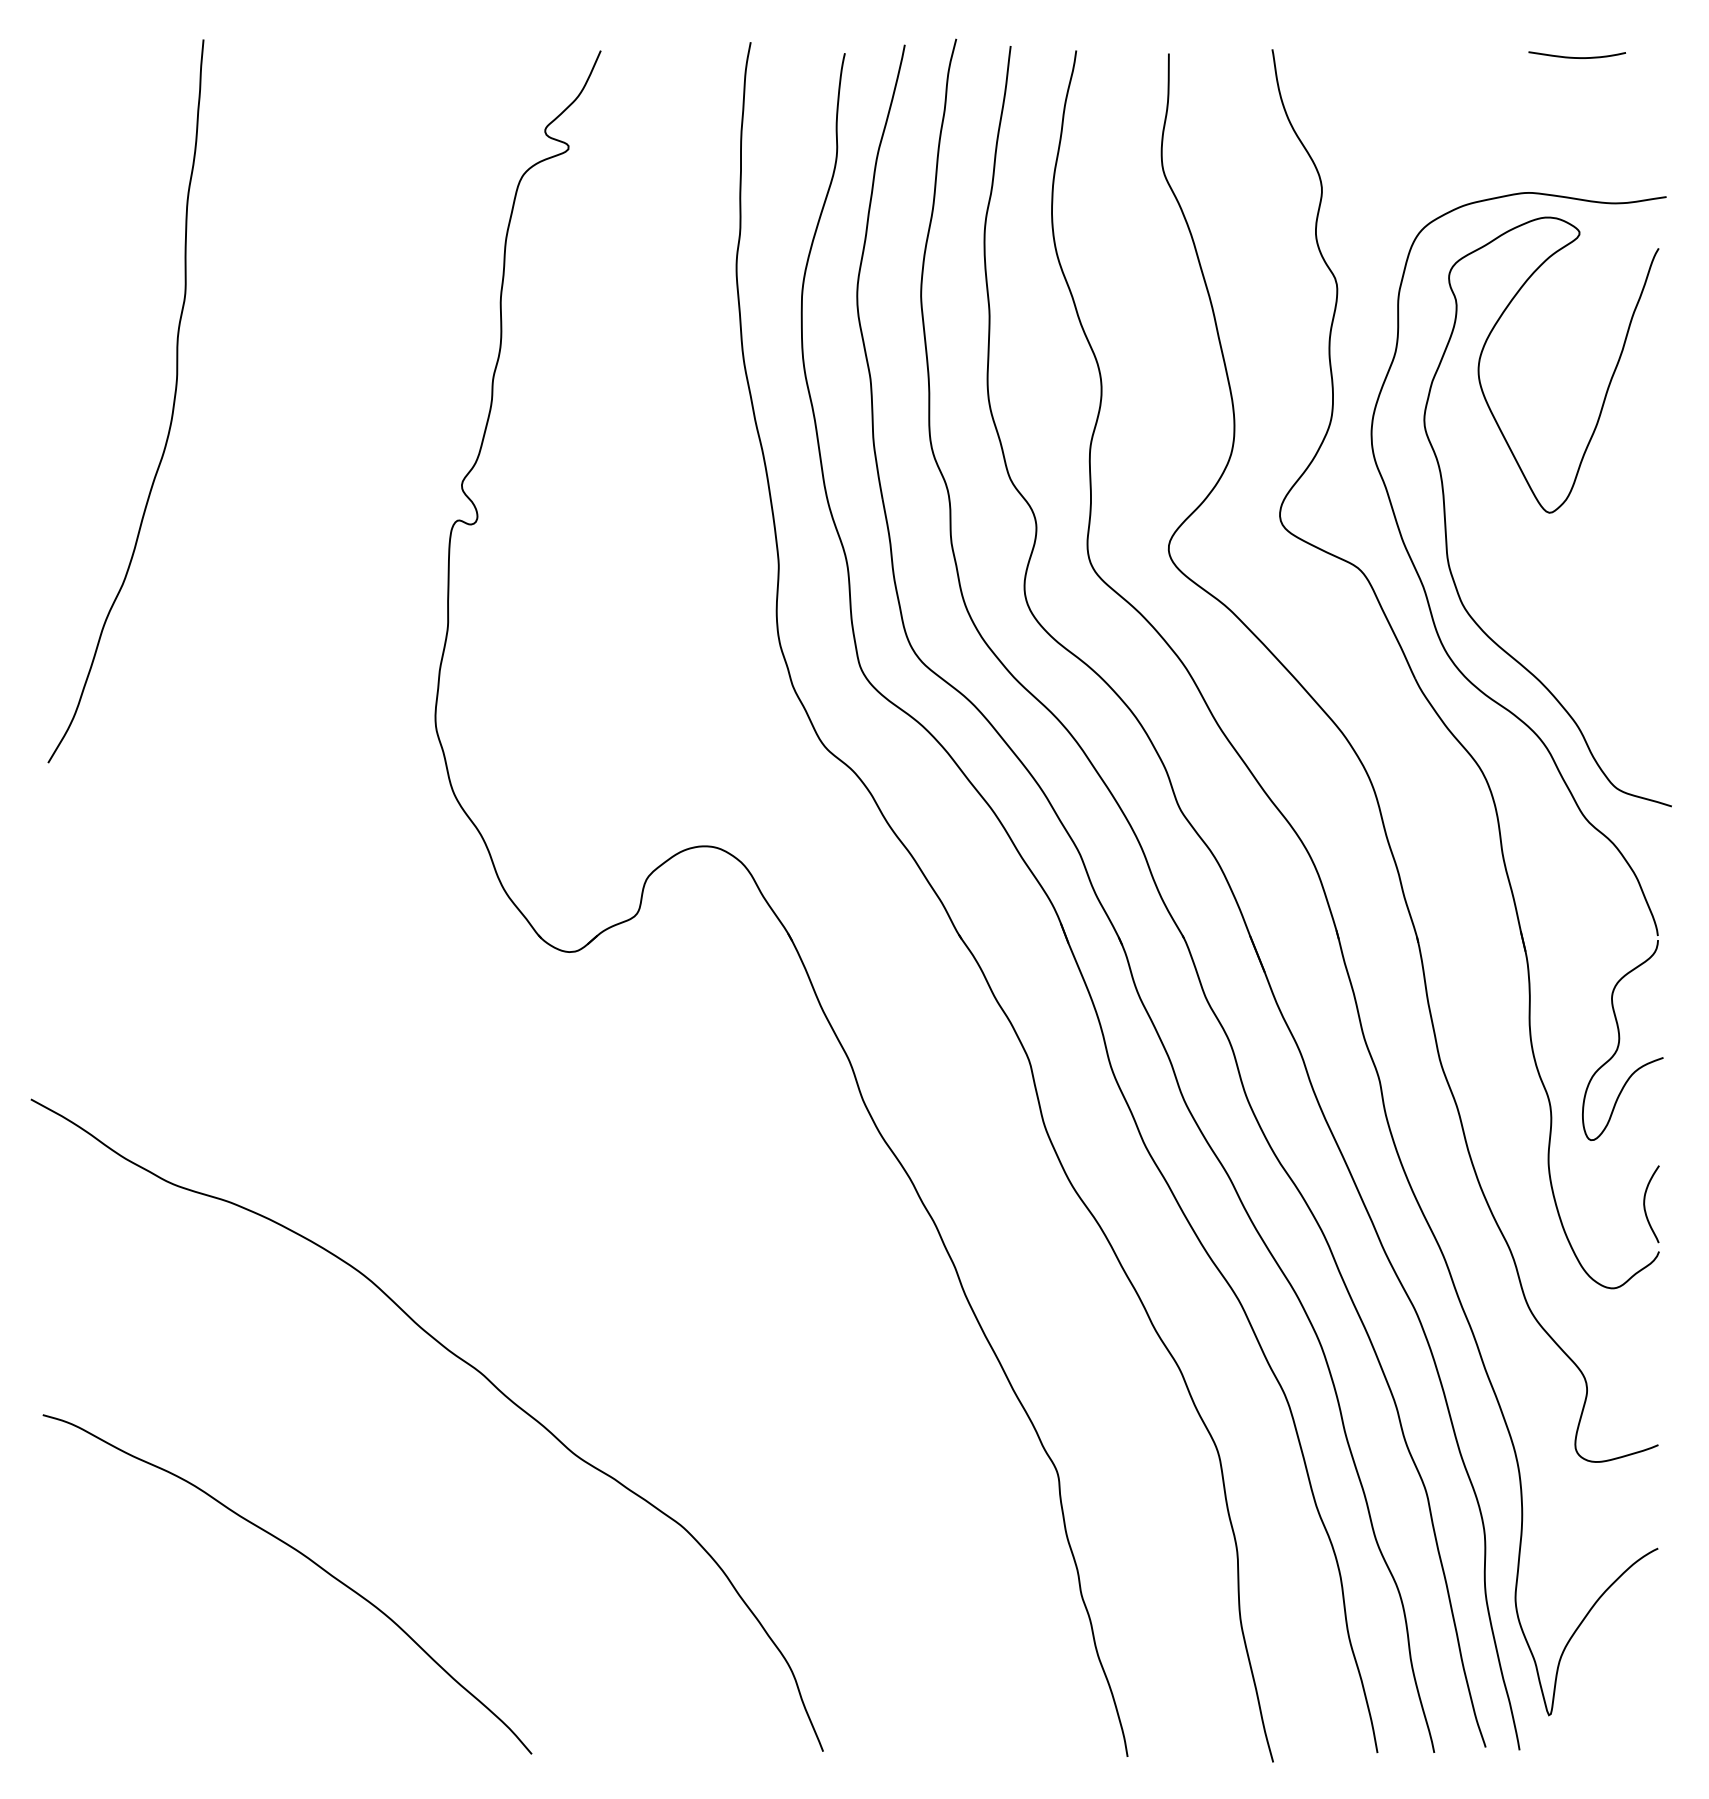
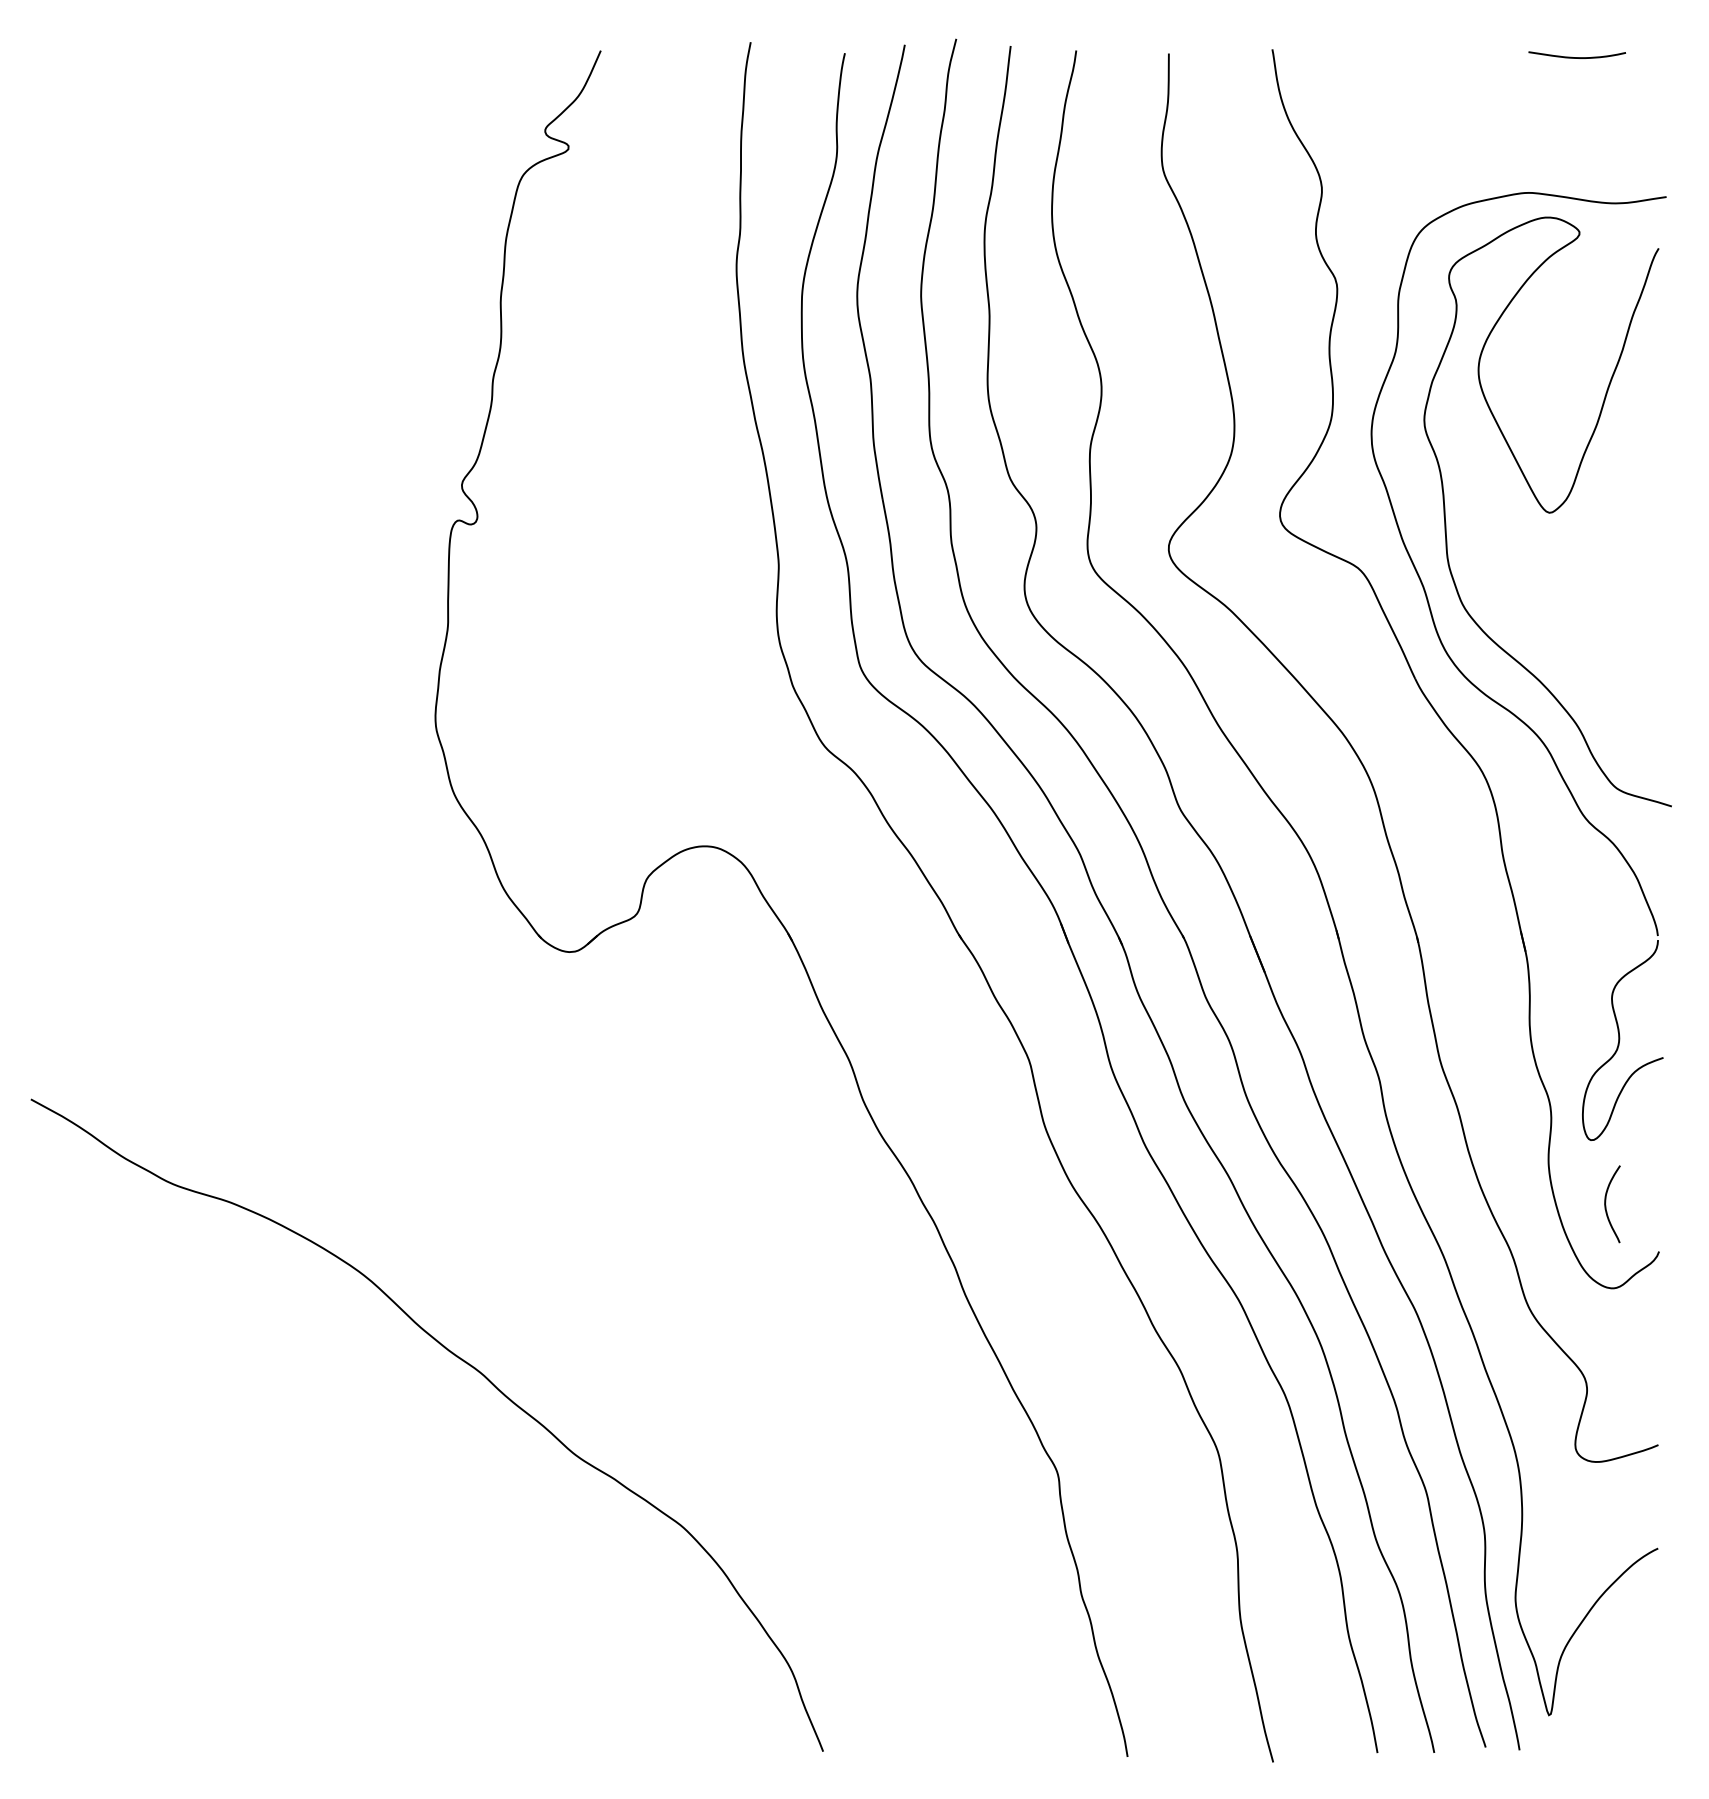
curve at (172, 406): present -> none
curve at (1645, 1205) position: (1645, 1205) -> (1606, 1205)
curve at (306, 1558): present -> none
